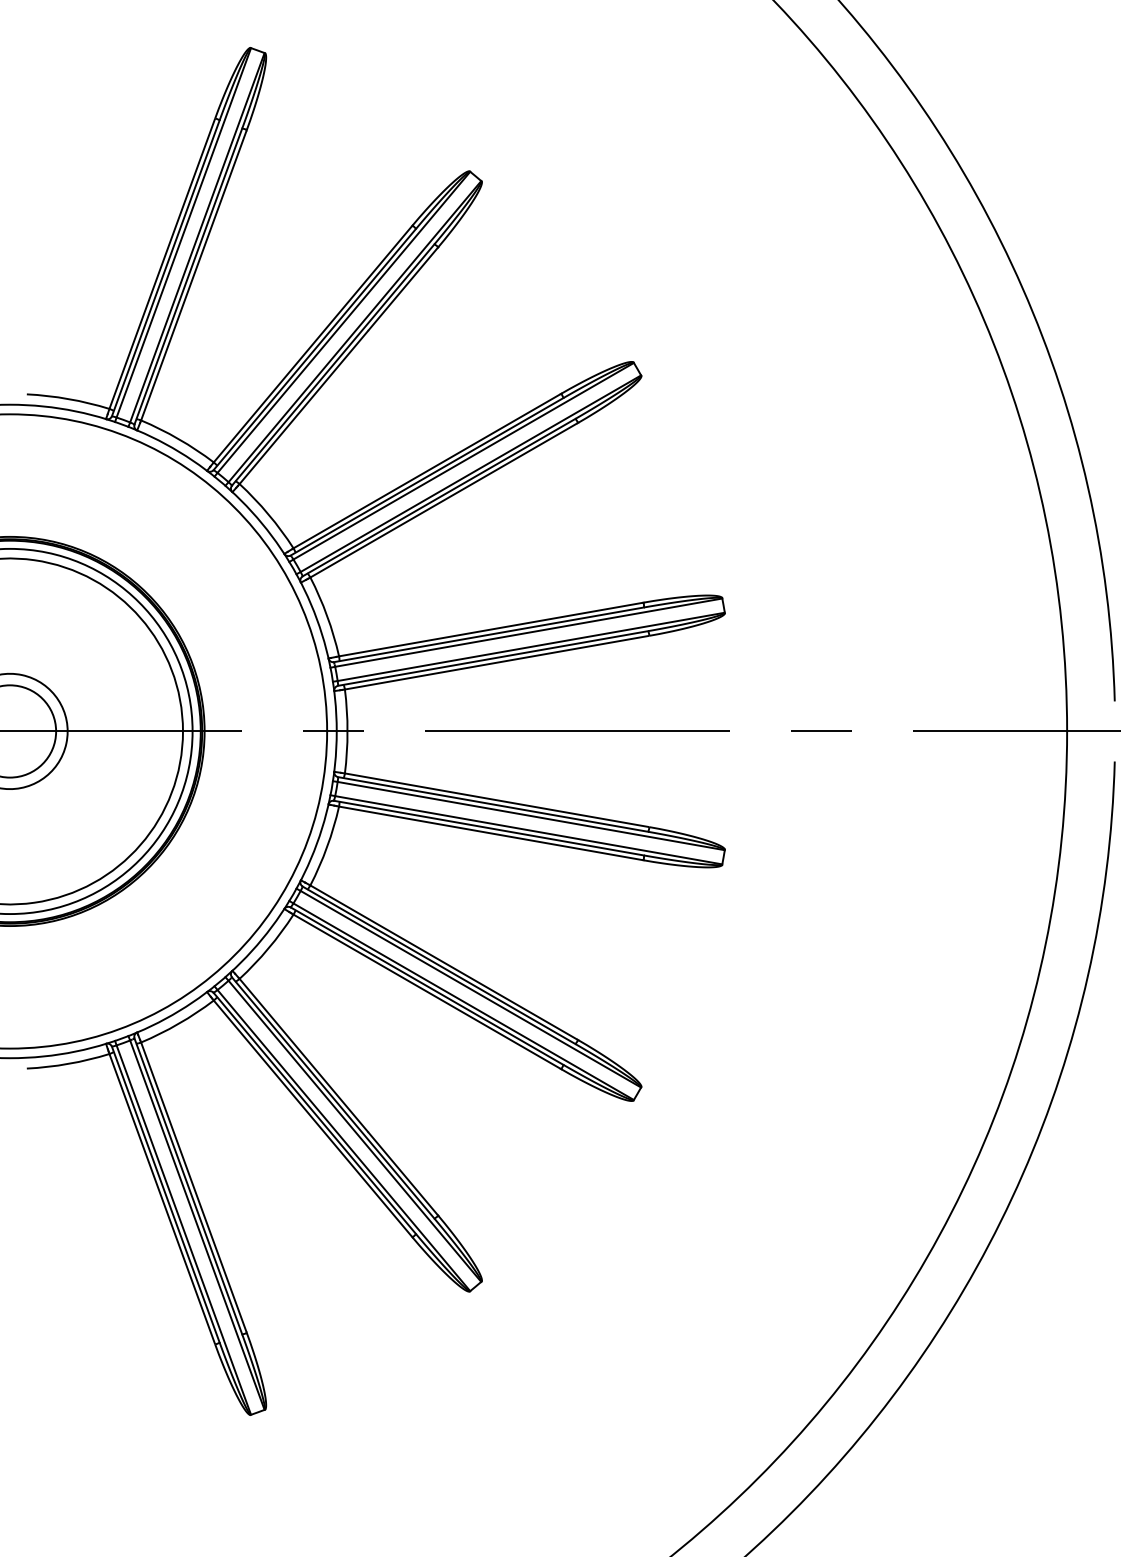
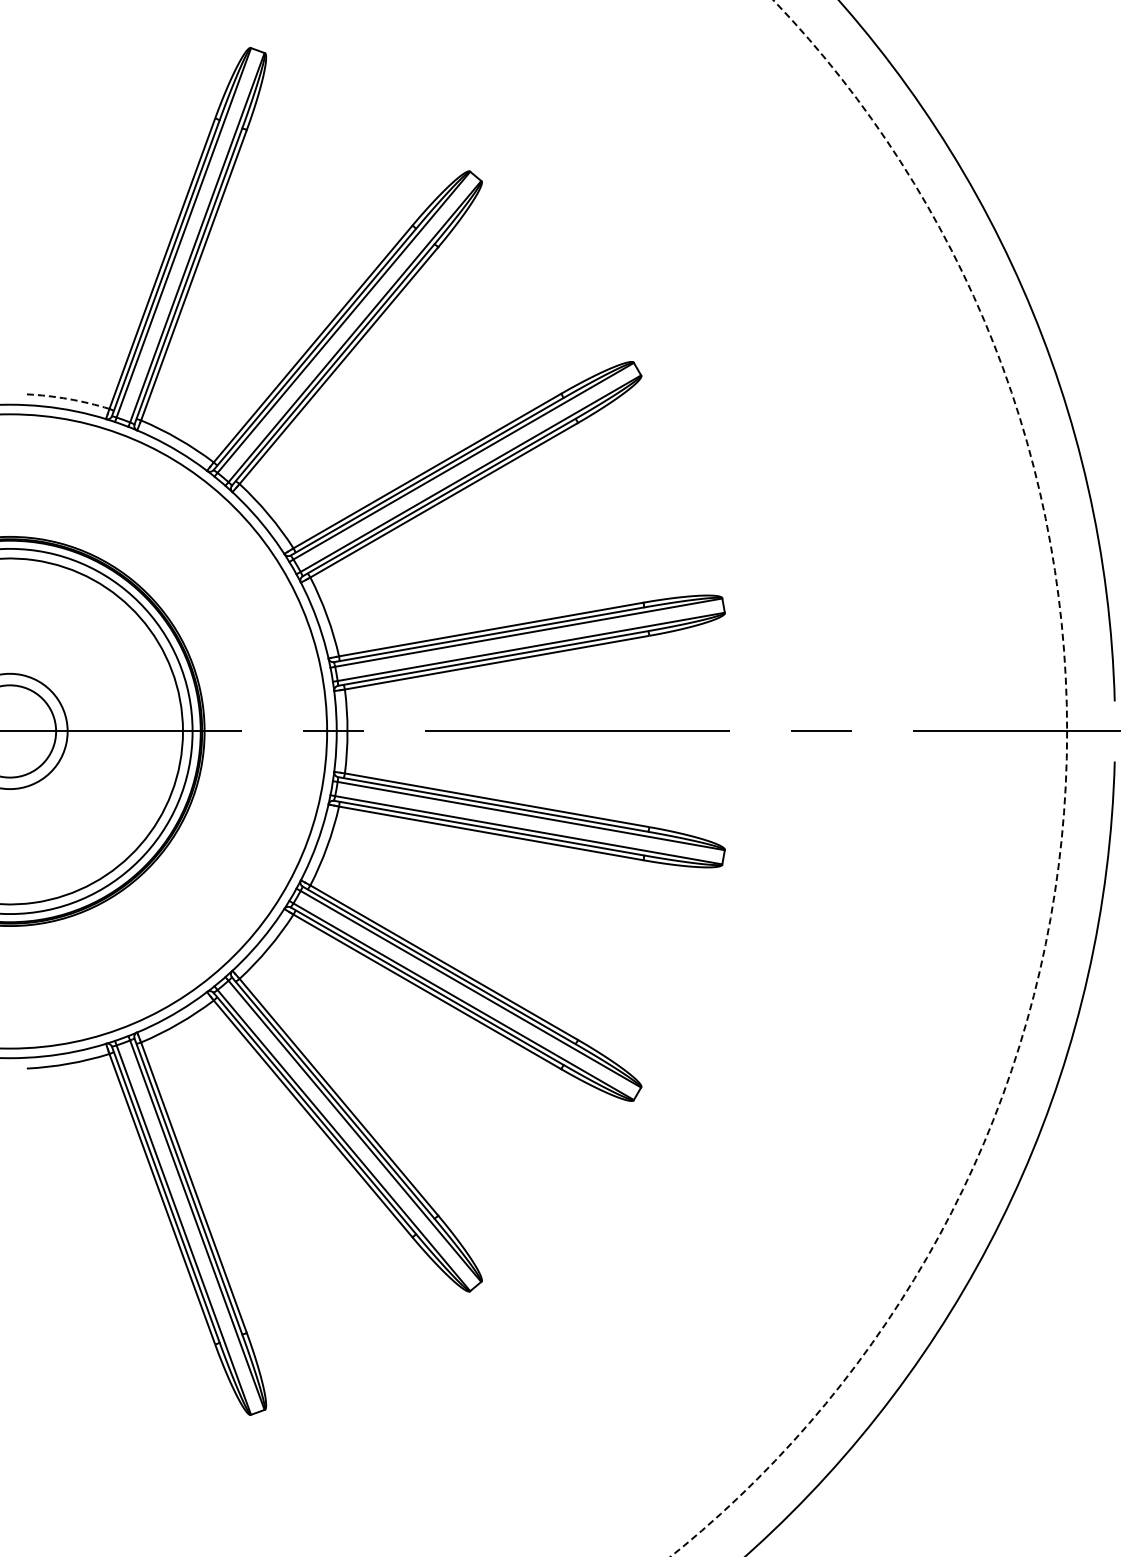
arc at (68, 399): solid -> dashed
circle at (869, 778): solid -> dashed
